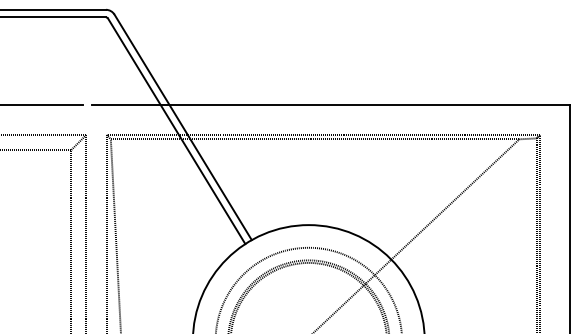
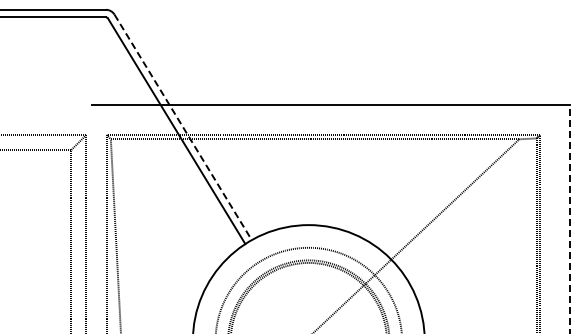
line at (42, 104): present -> none
line at (183, 127): solid -> dashed
line at (570, 218): solid -> dashed
